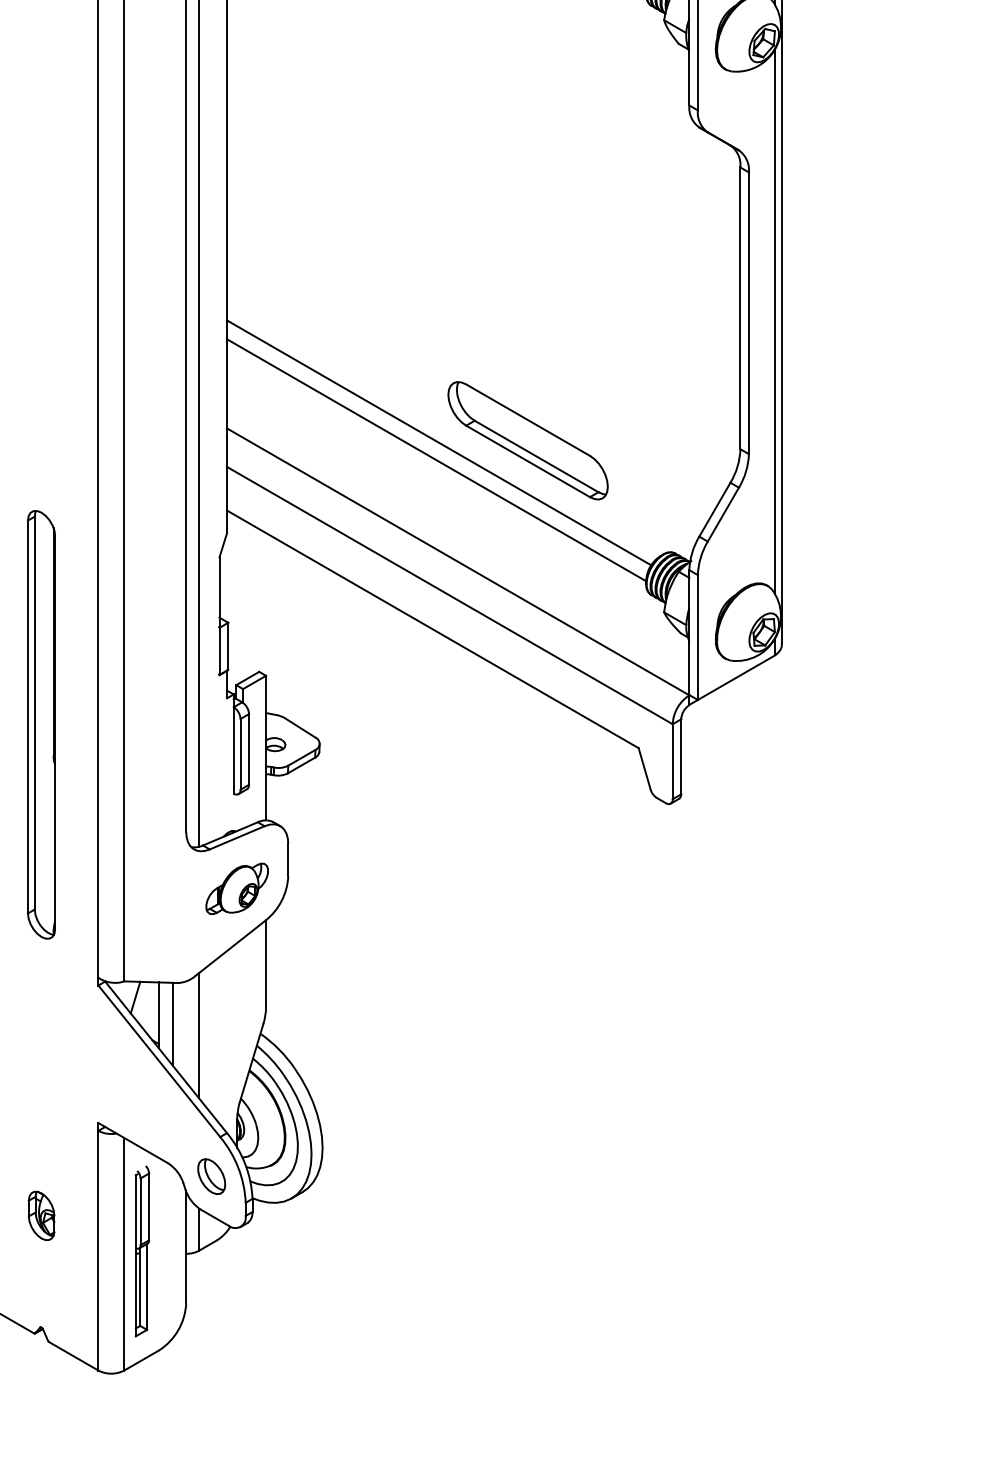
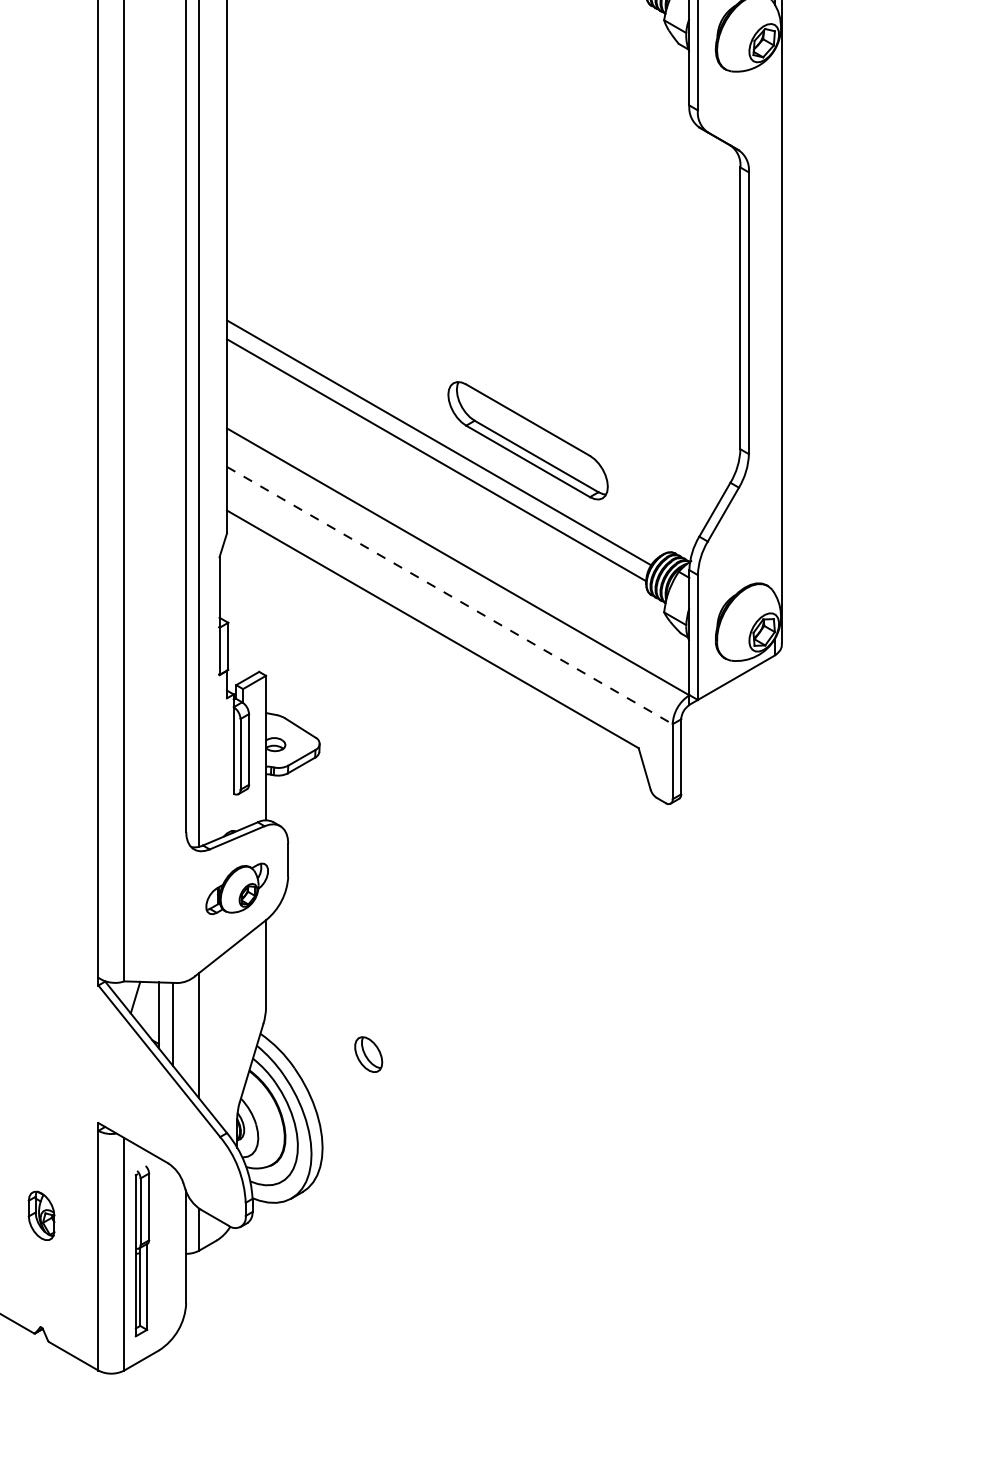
line at (775, 321): present -> none
line at (450, 595): solid -> dashed
part at (41, 724): present -> none
part at (211, 1176) position: (211, 1176) -> (368, 1054)
